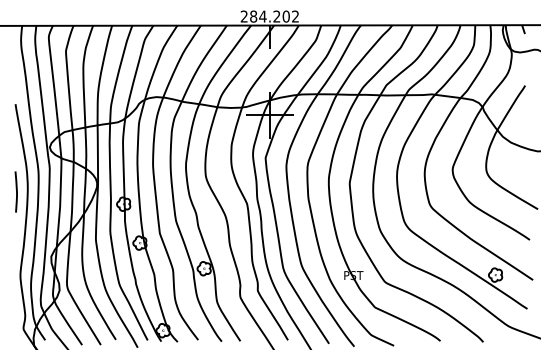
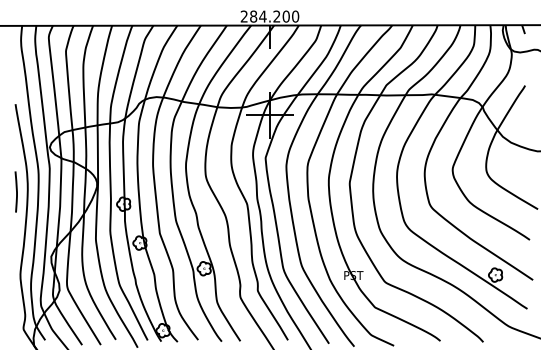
text at (295, 16): 284.202 -> 284.200
